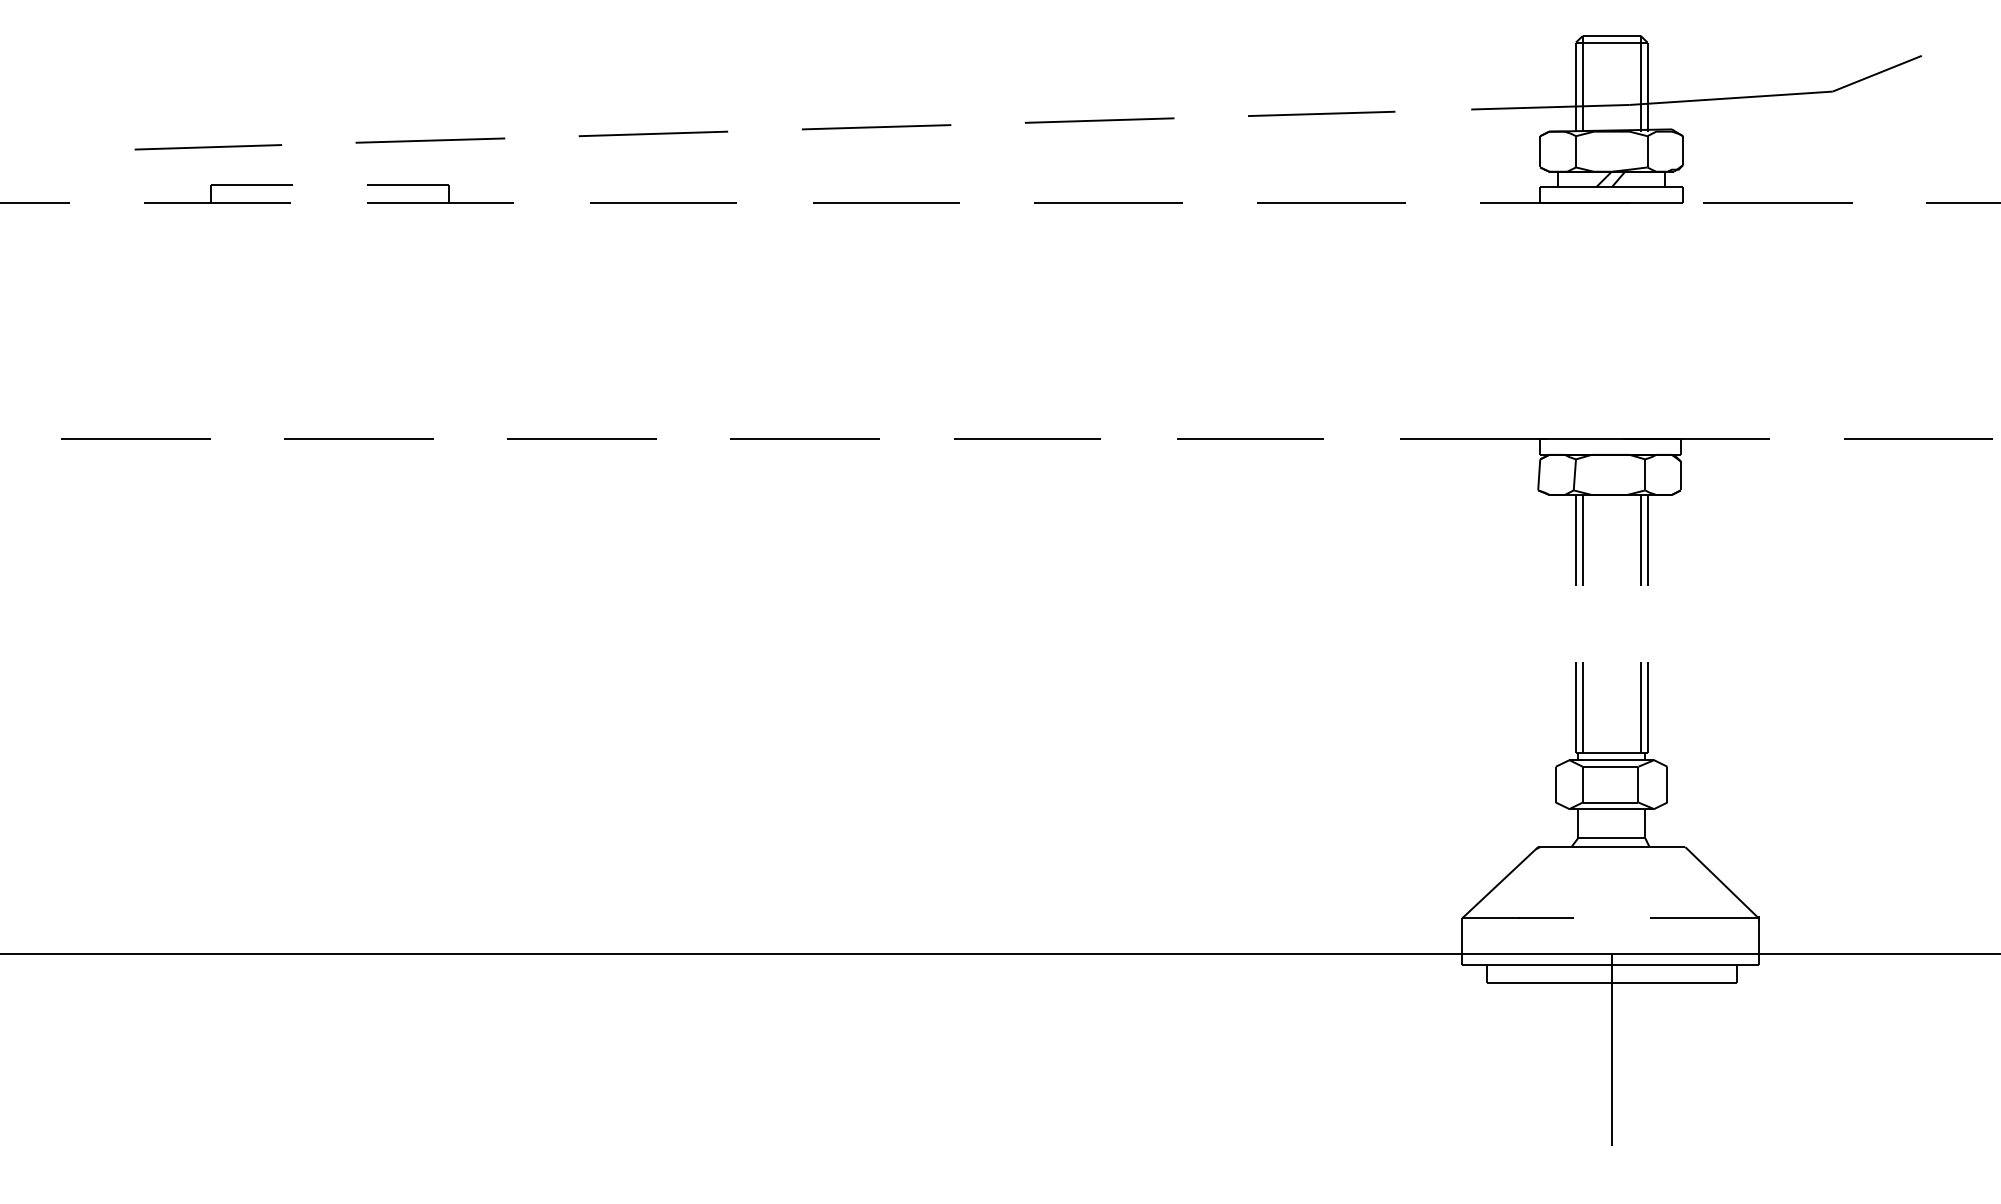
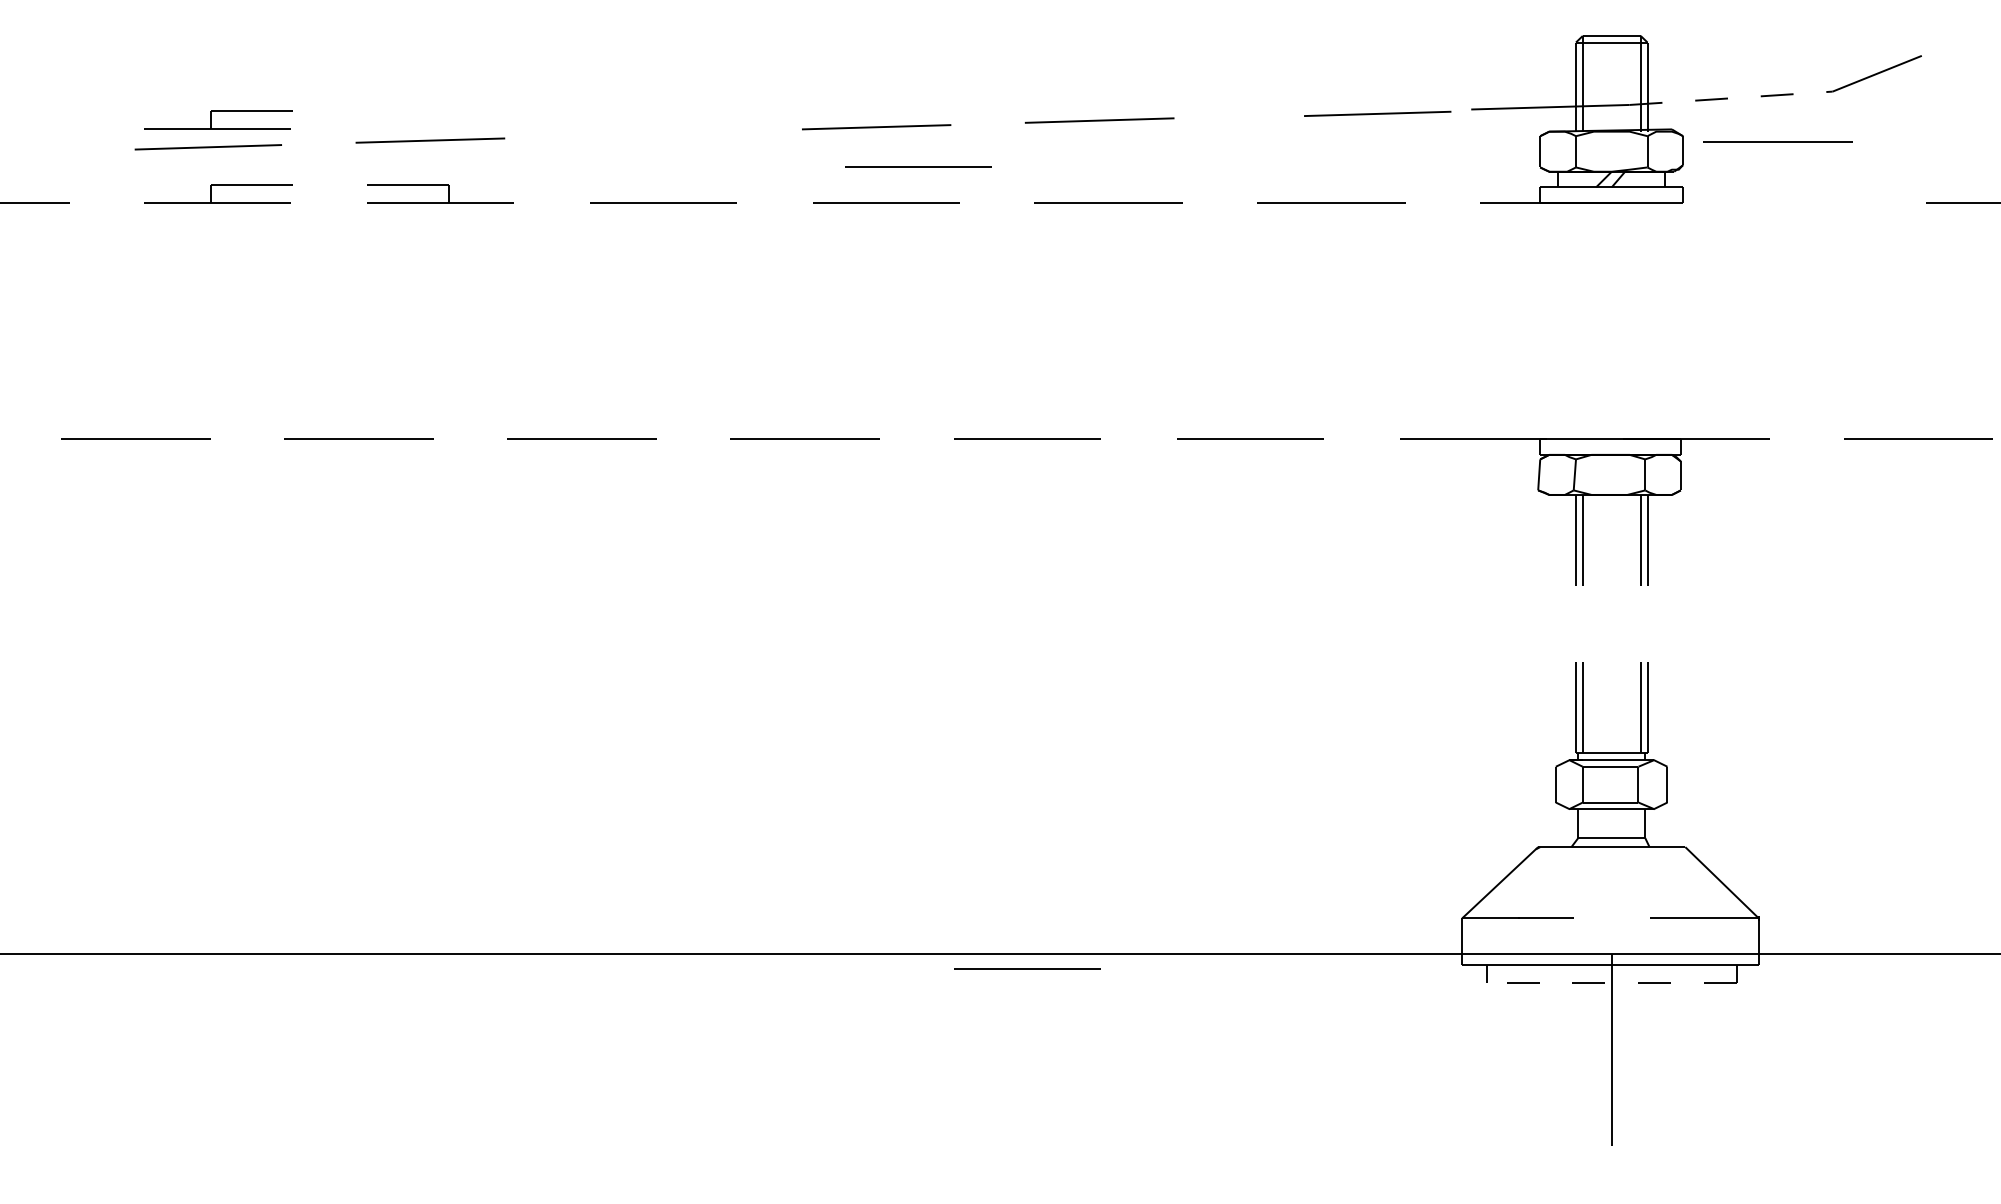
line at (1731, 98): solid -> dashed
line at (1321, 113) position: (1321, 113) -> (1377, 113)
part at (211, 119): none -> present
line at (653, 133): present -> none
line at (918, 166): none -> present
line at (1777, 202) position: (1777, 202) -> (1777, 141)
line at (1027, 968): none -> present
line at (1611, 982): solid -> dashed
